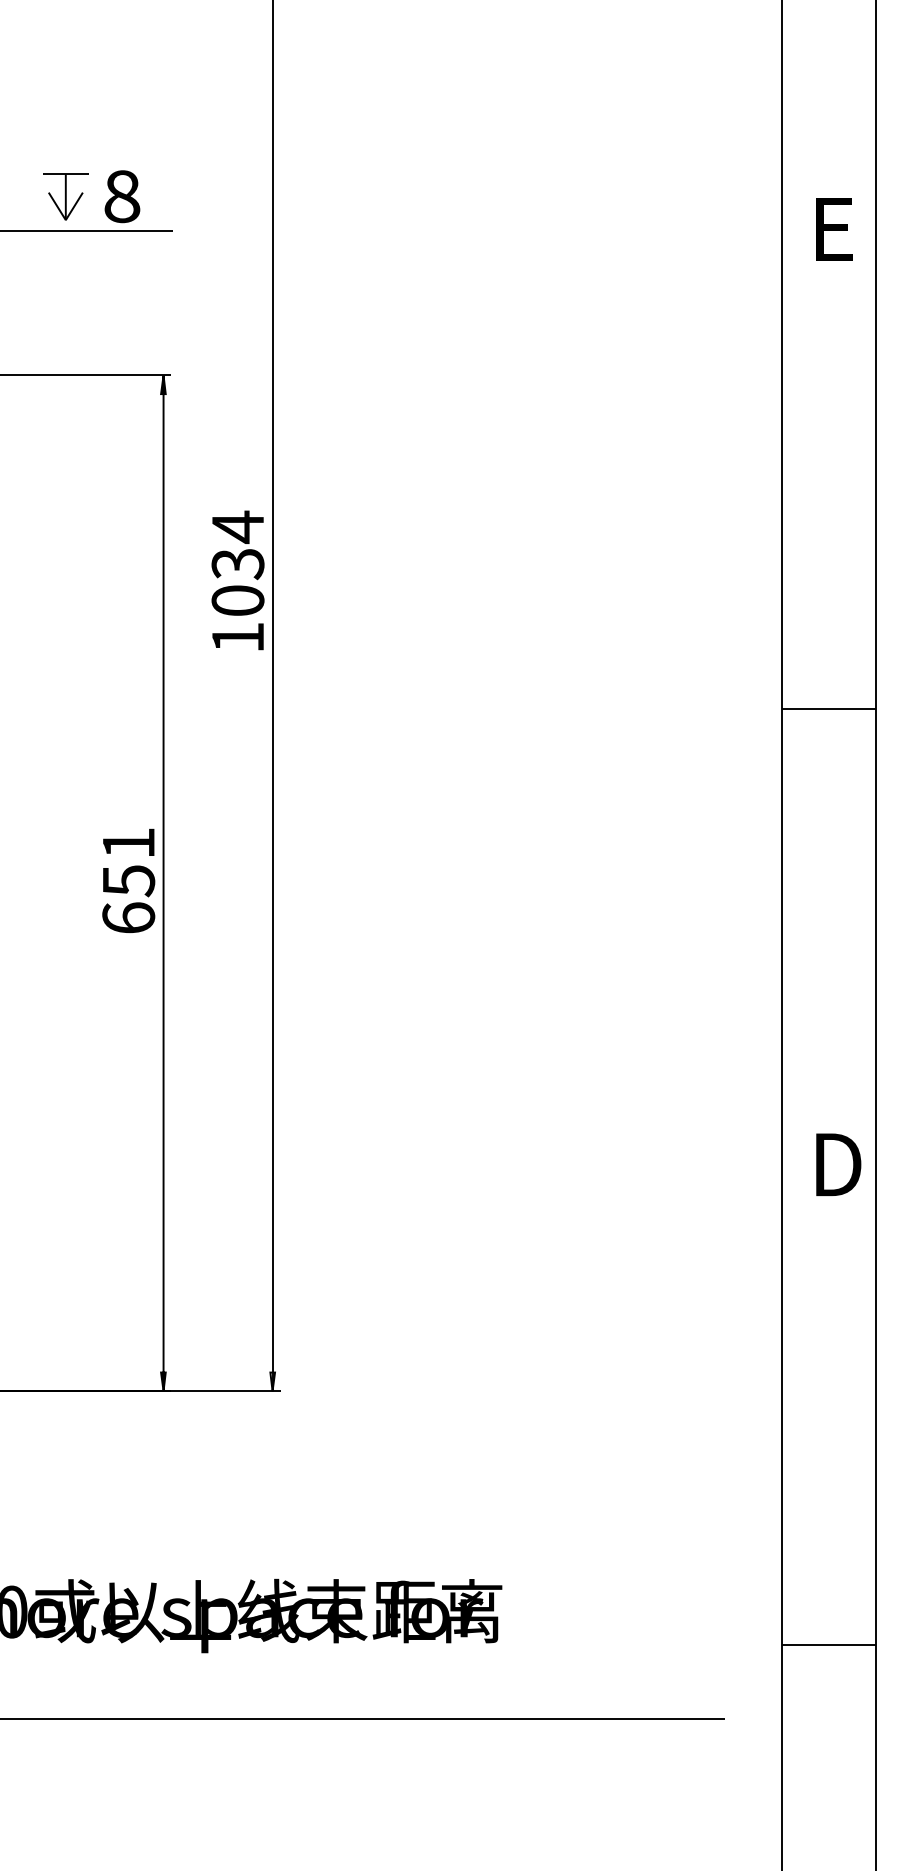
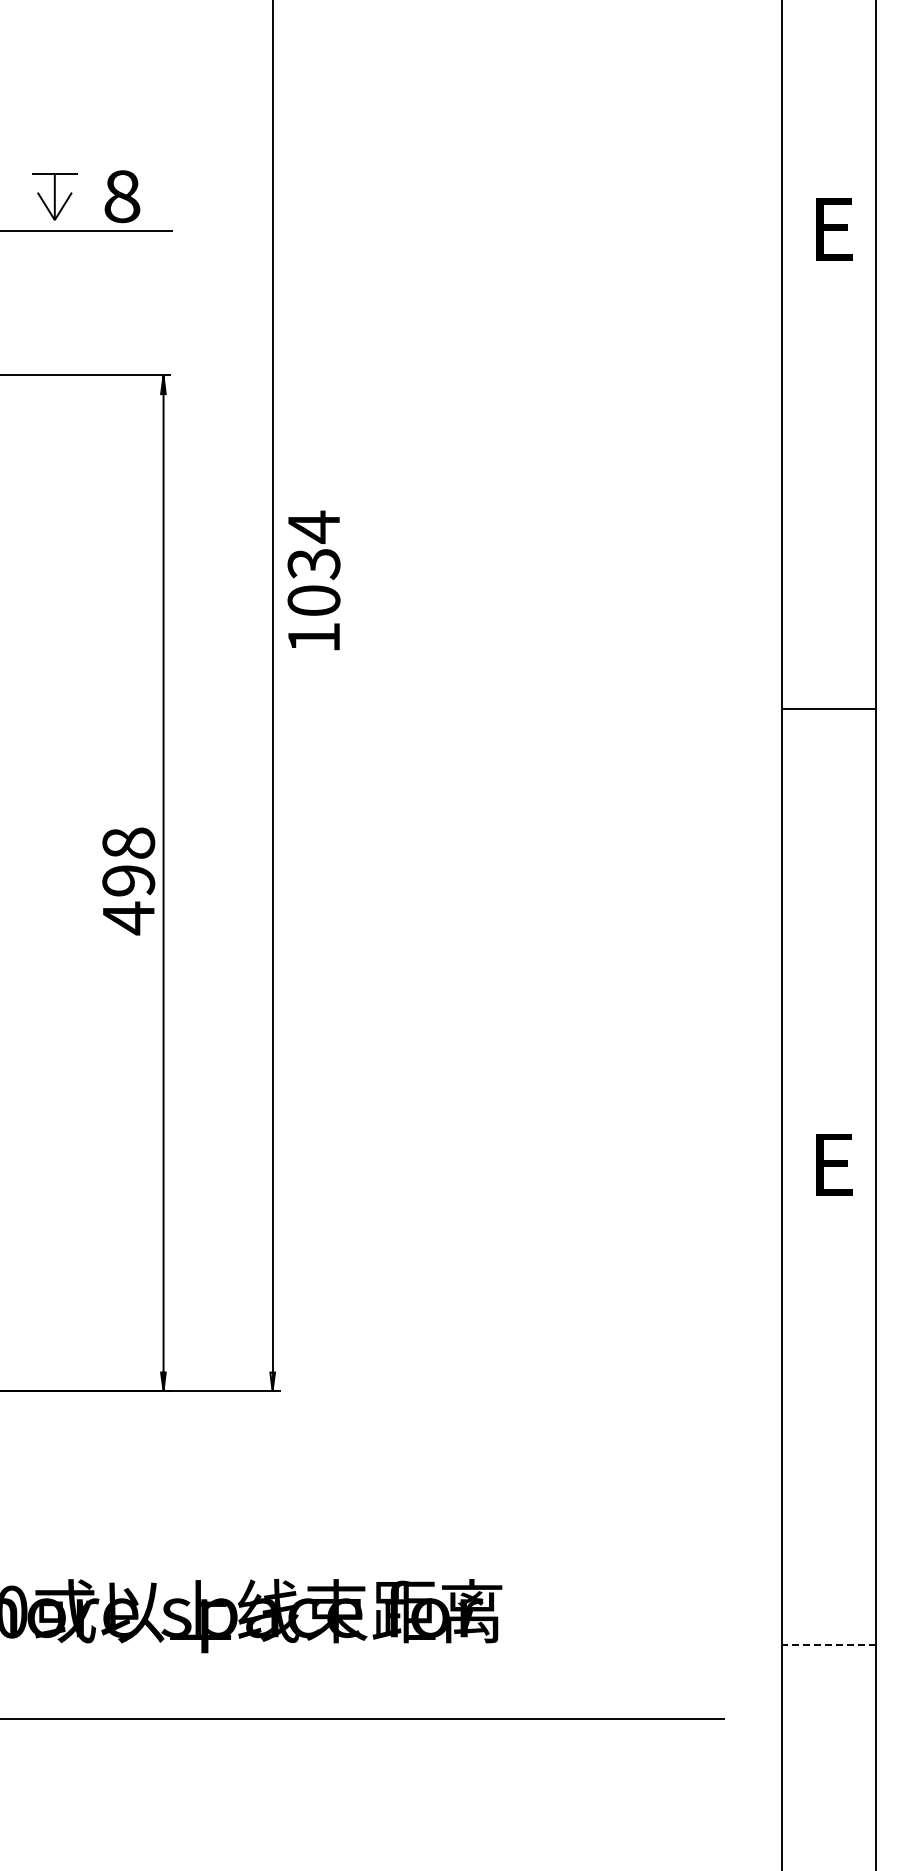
part at (65, 196) position: (65, 196) -> (54, 196)
text at (237, 580) position: (237, 580) -> (313, 580)
text at (128, 881): 651 -> 498
text at (838, 1164): D -> E
line at (828, 1644): solid -> dashed
